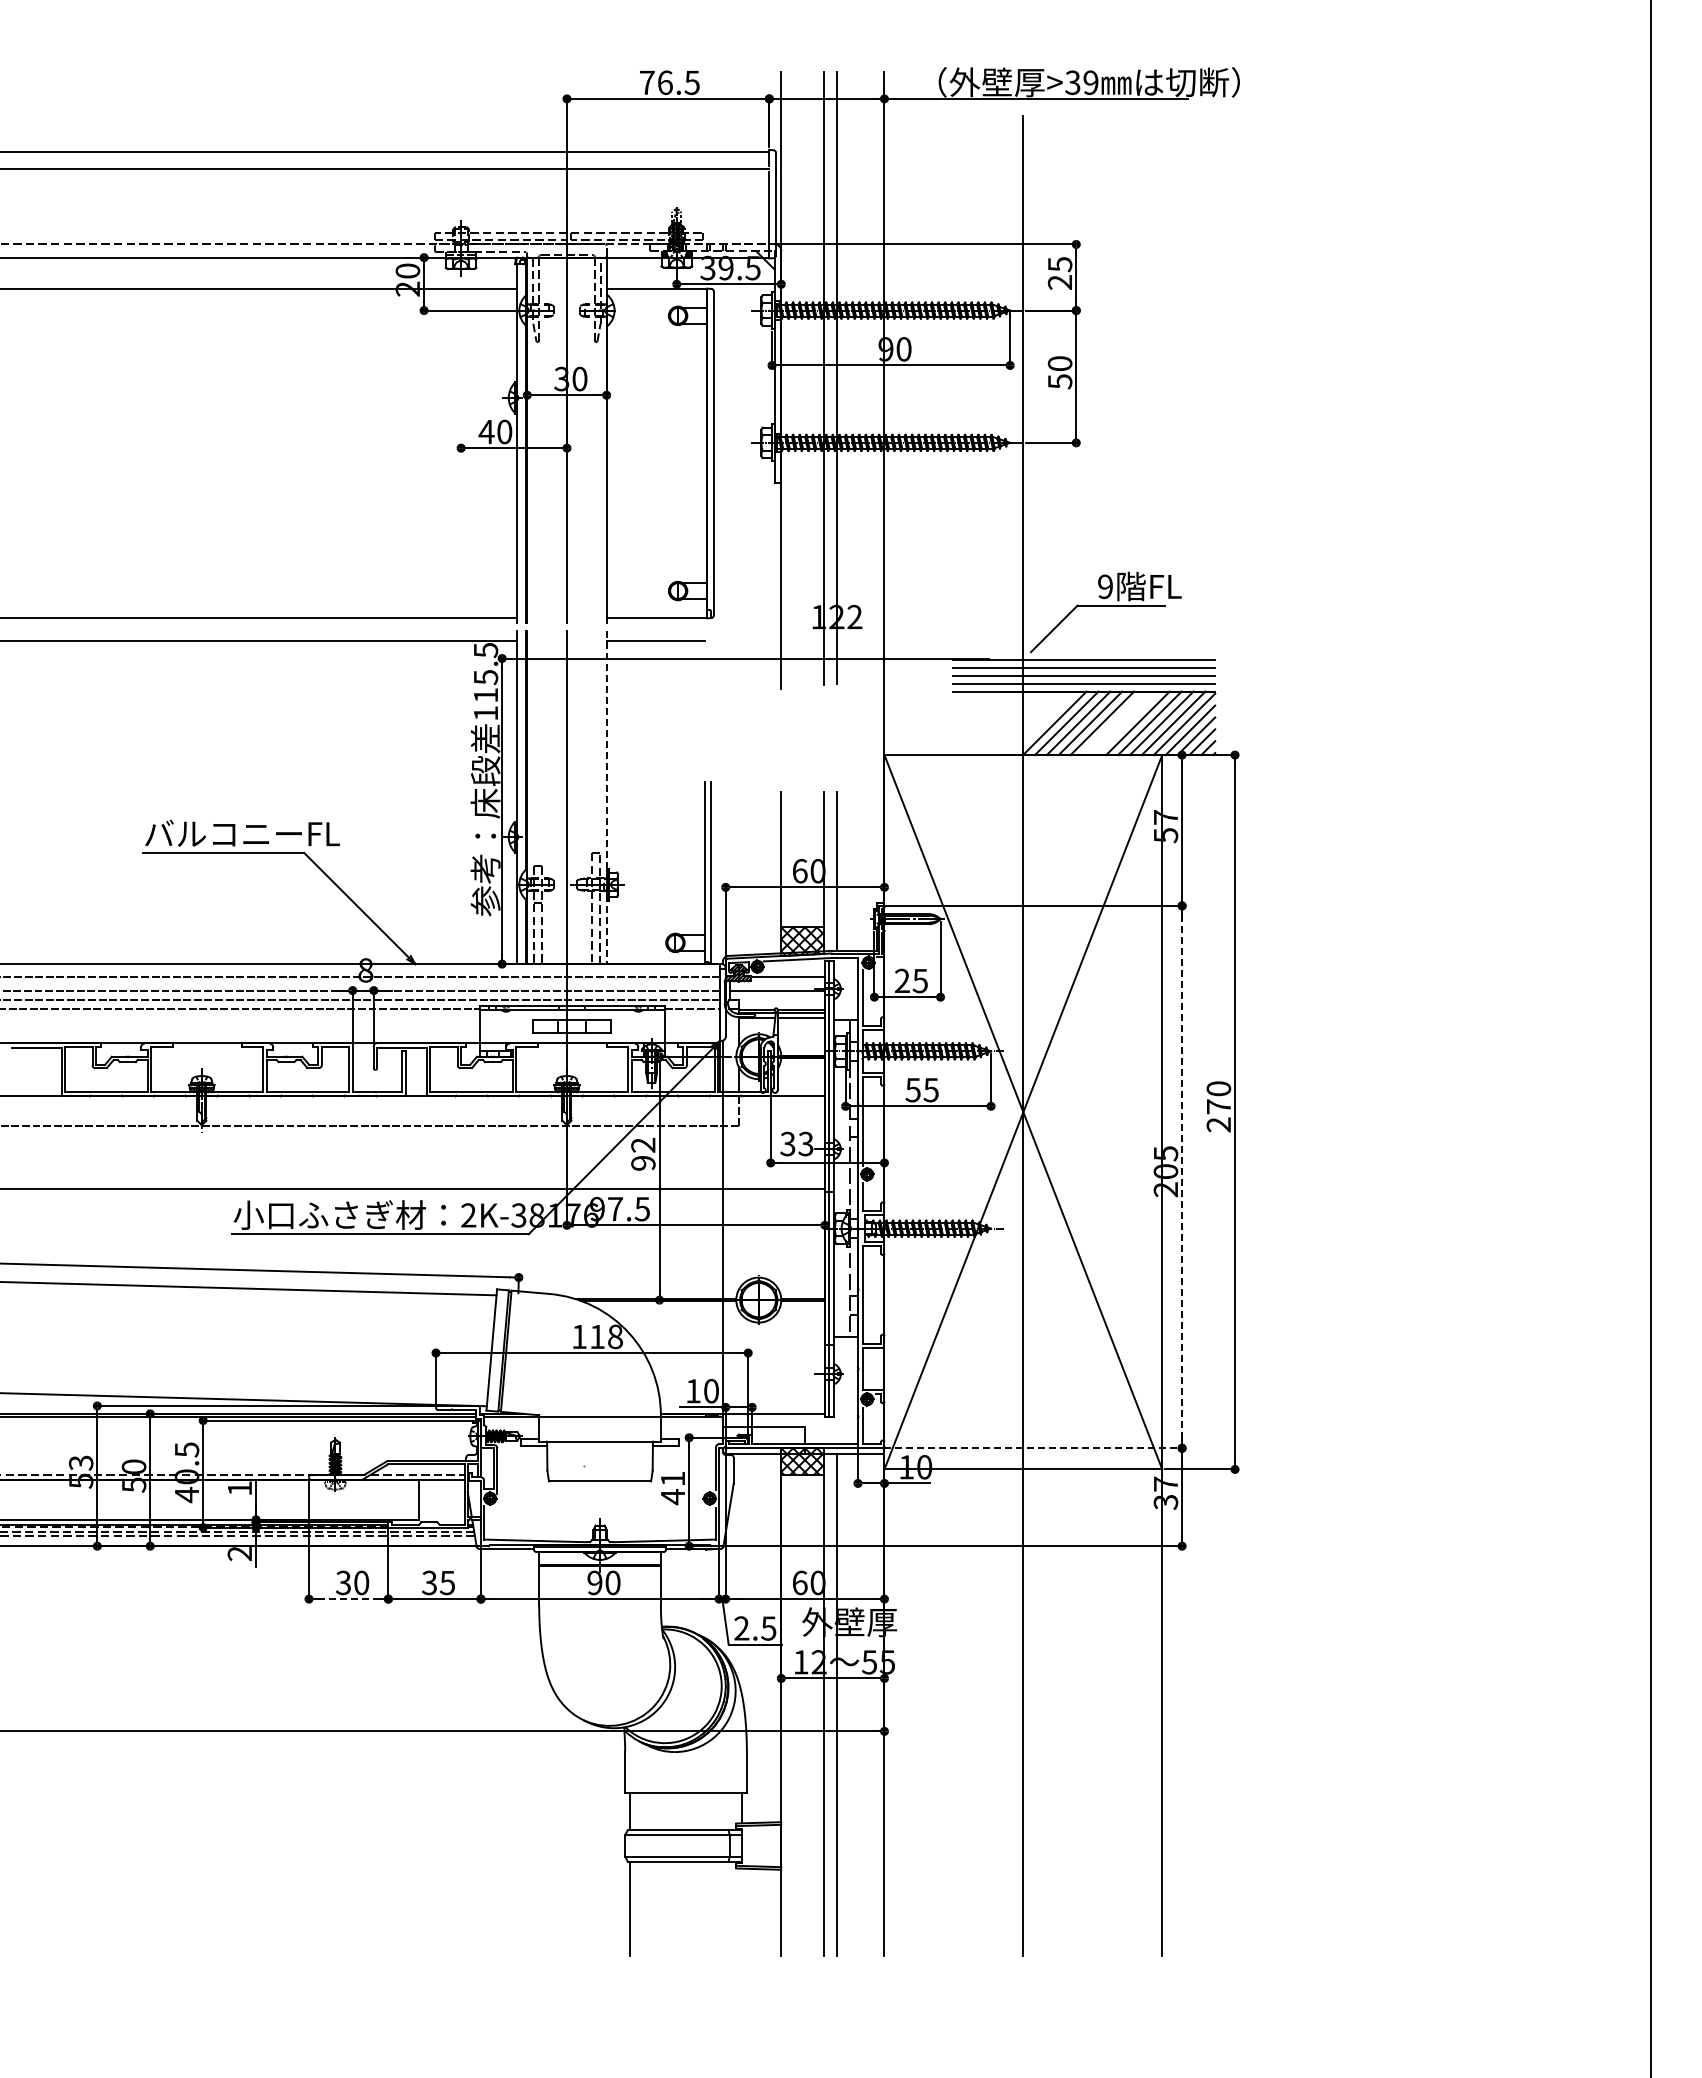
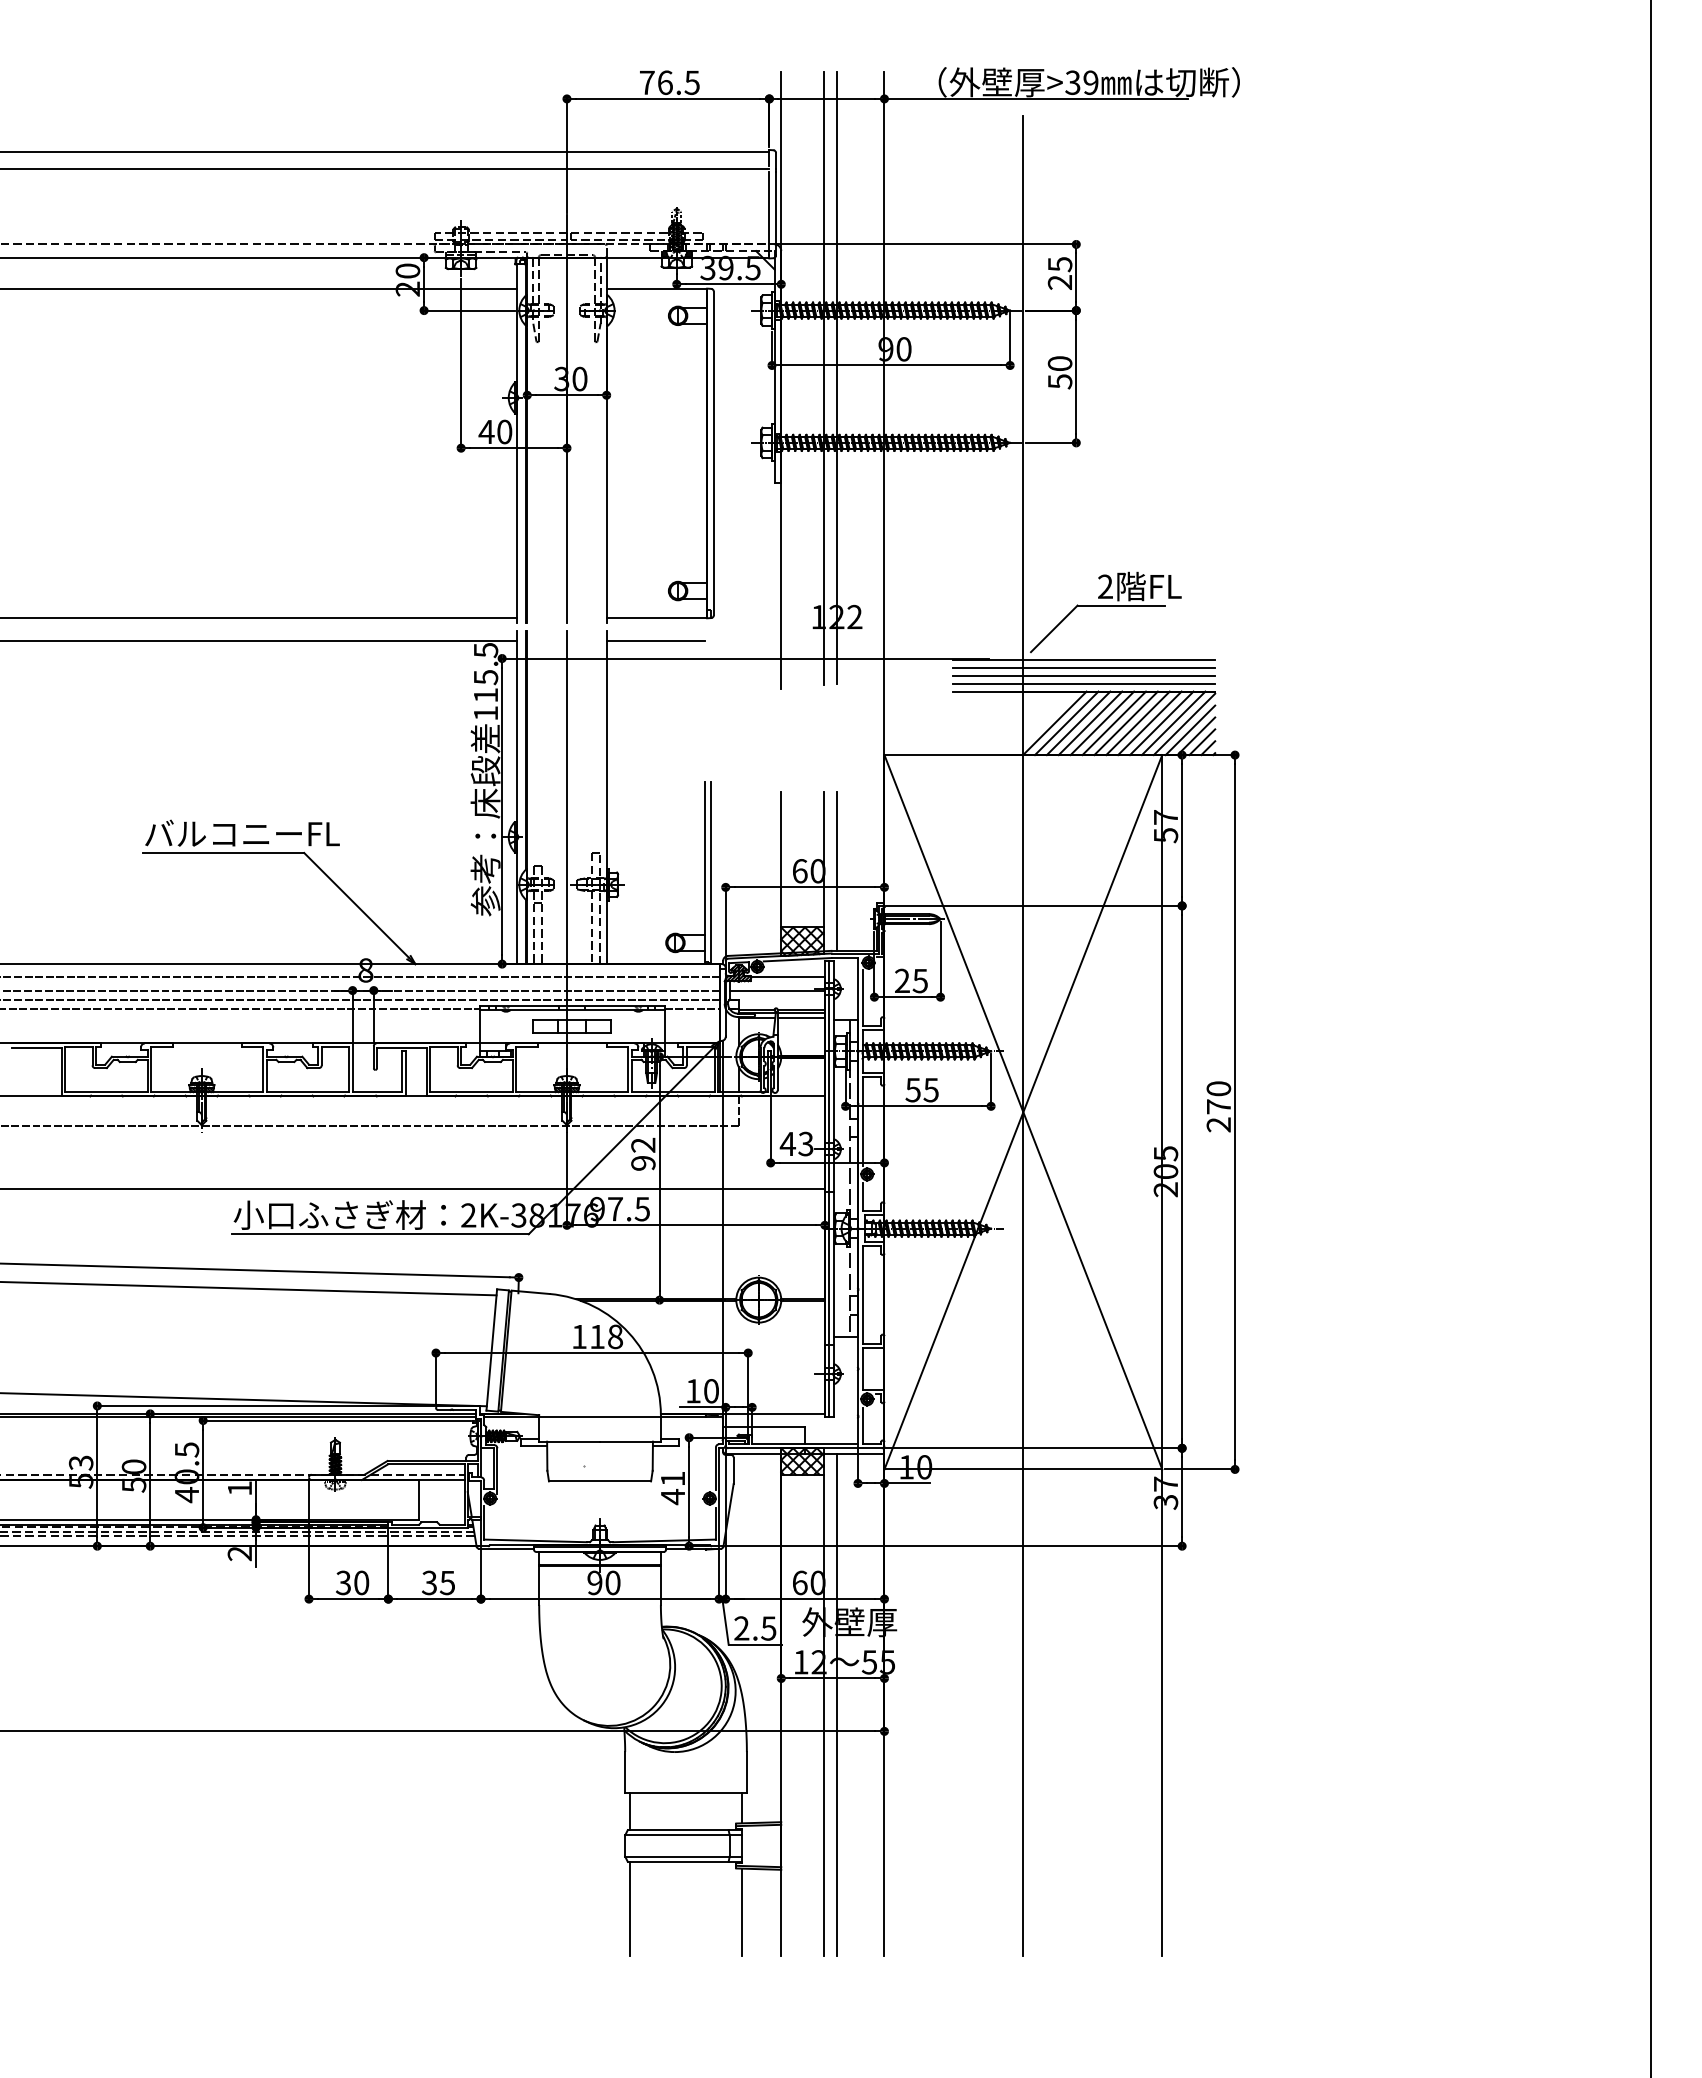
line at (461, 364): none -> present
text at (1105, 587): 9 -> 2
line at (1114, 723): none -> present
line at (1125, 723): none -> present
line at (606, 797): dashed -> solid
text at (787, 1143): 33 -> 43
line at (1182, 1177): dashed -> solid
line at (1035, 1448): dashed -> solid
line at (348, 1599): dashed -> solid
line at (741, 1912): none -> present
